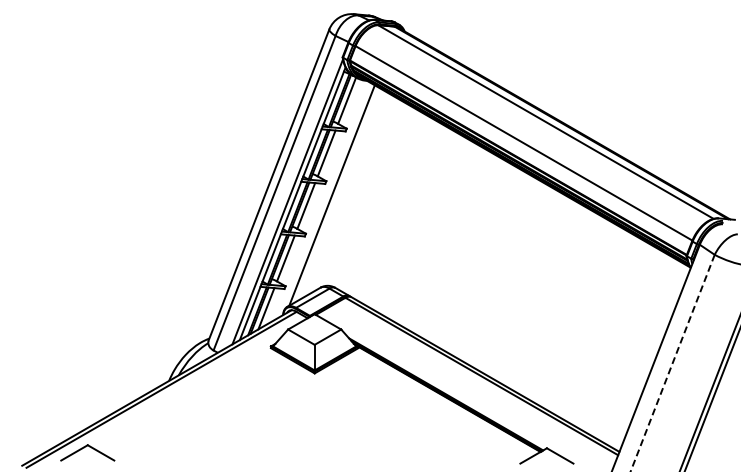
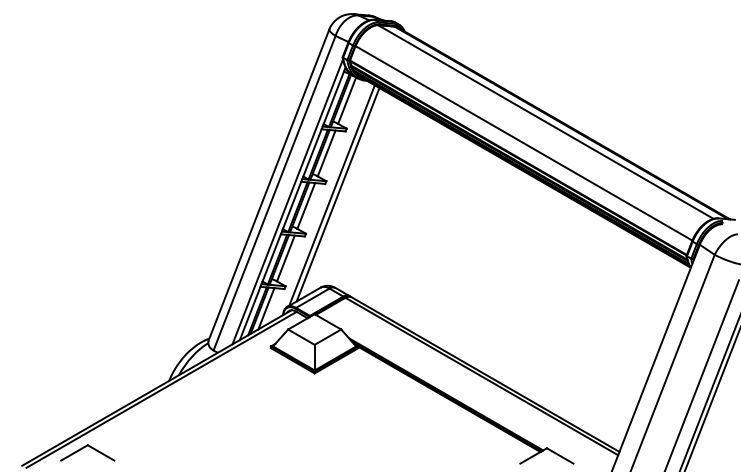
line at (337, 194): none -> present
line at (672, 363): dashed -> solid
line at (701, 375): none -> present
